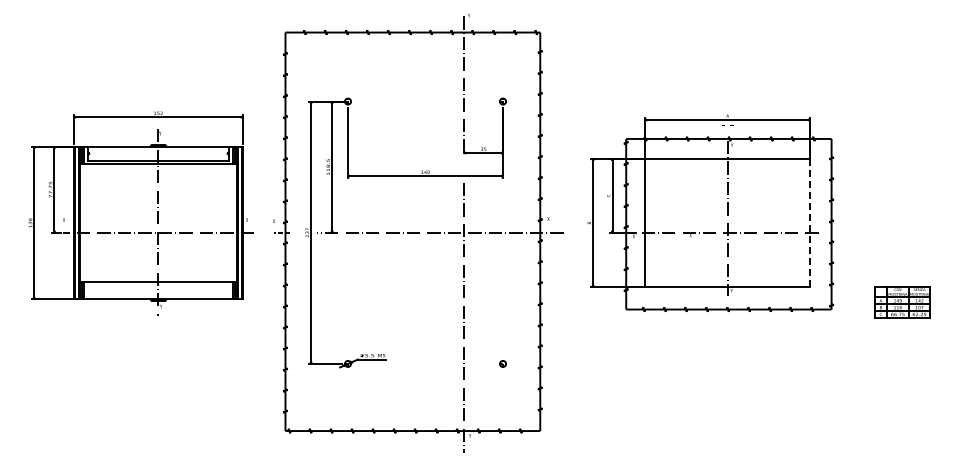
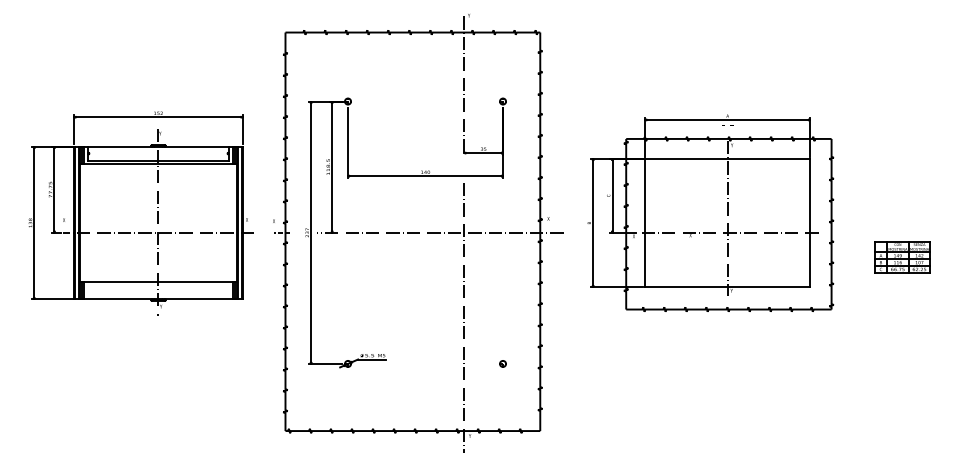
line at (810, 222): dashed -> solid
part at (902, 302) position: (902, 302) -> (902, 257)
